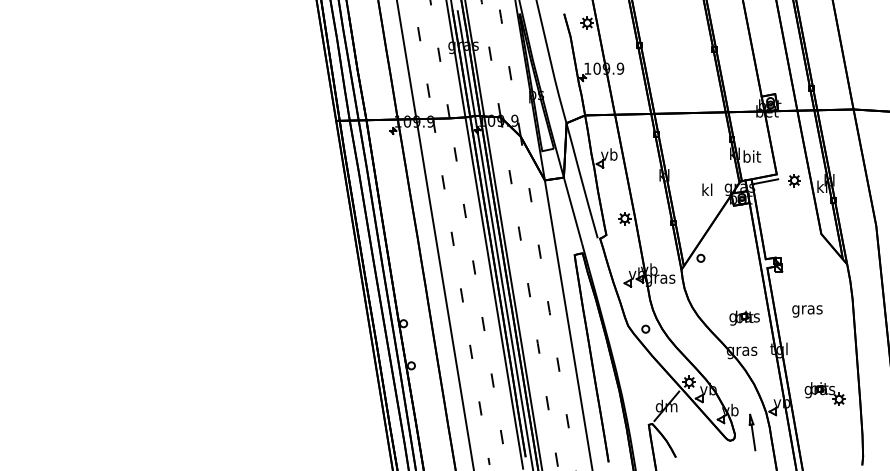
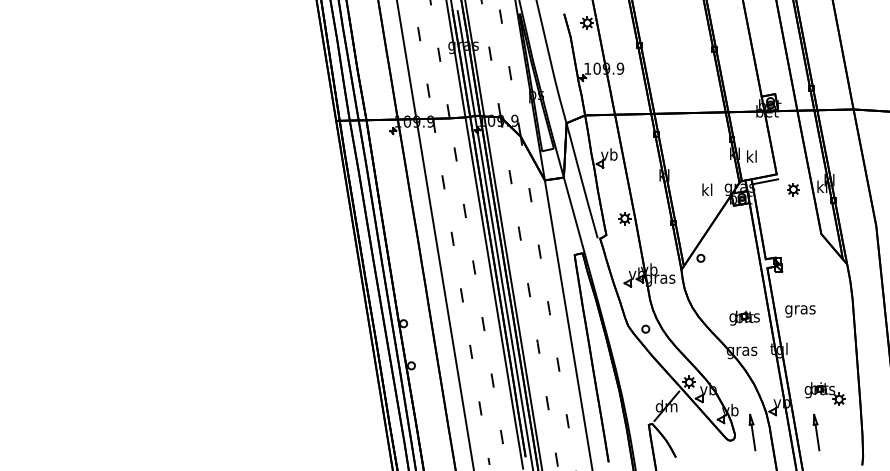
text at (752, 156): bit -> kl
part at (794, 180) position: (794, 180) -> (793, 189)
text at (807, 311) position: (807, 311) -> (800, 311)
part at (816, 432): none -> present
